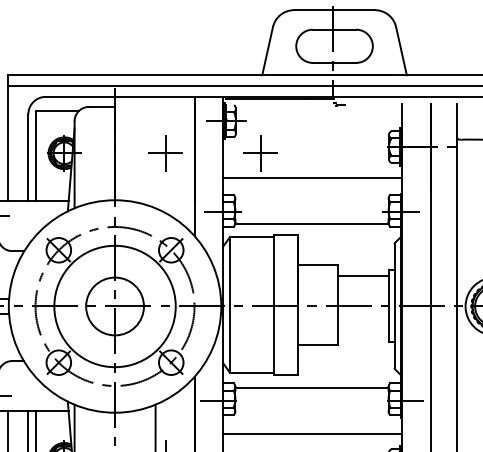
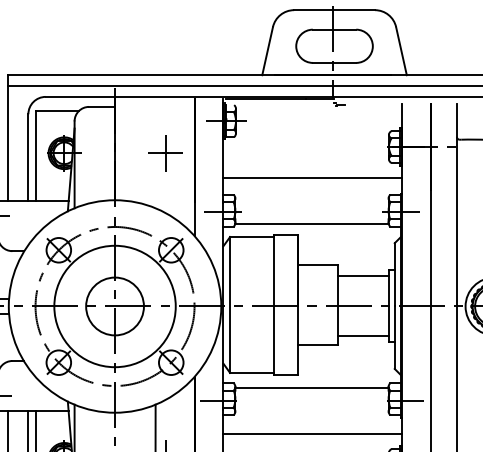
part at (260, 153): present -> none
line at (363, 336): none -> present
